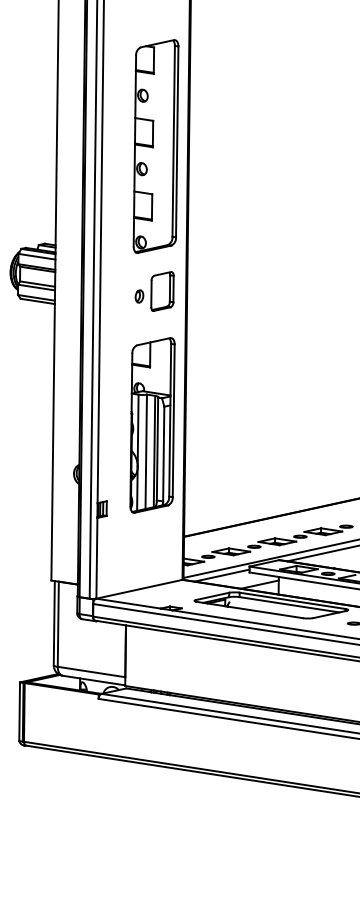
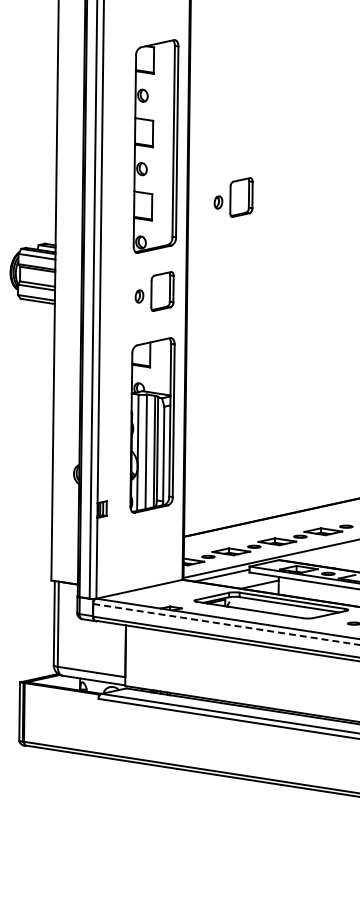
part at (233, 197): none -> present
line at (321, 553): present -> none
line at (226, 624): solid -> dashed
